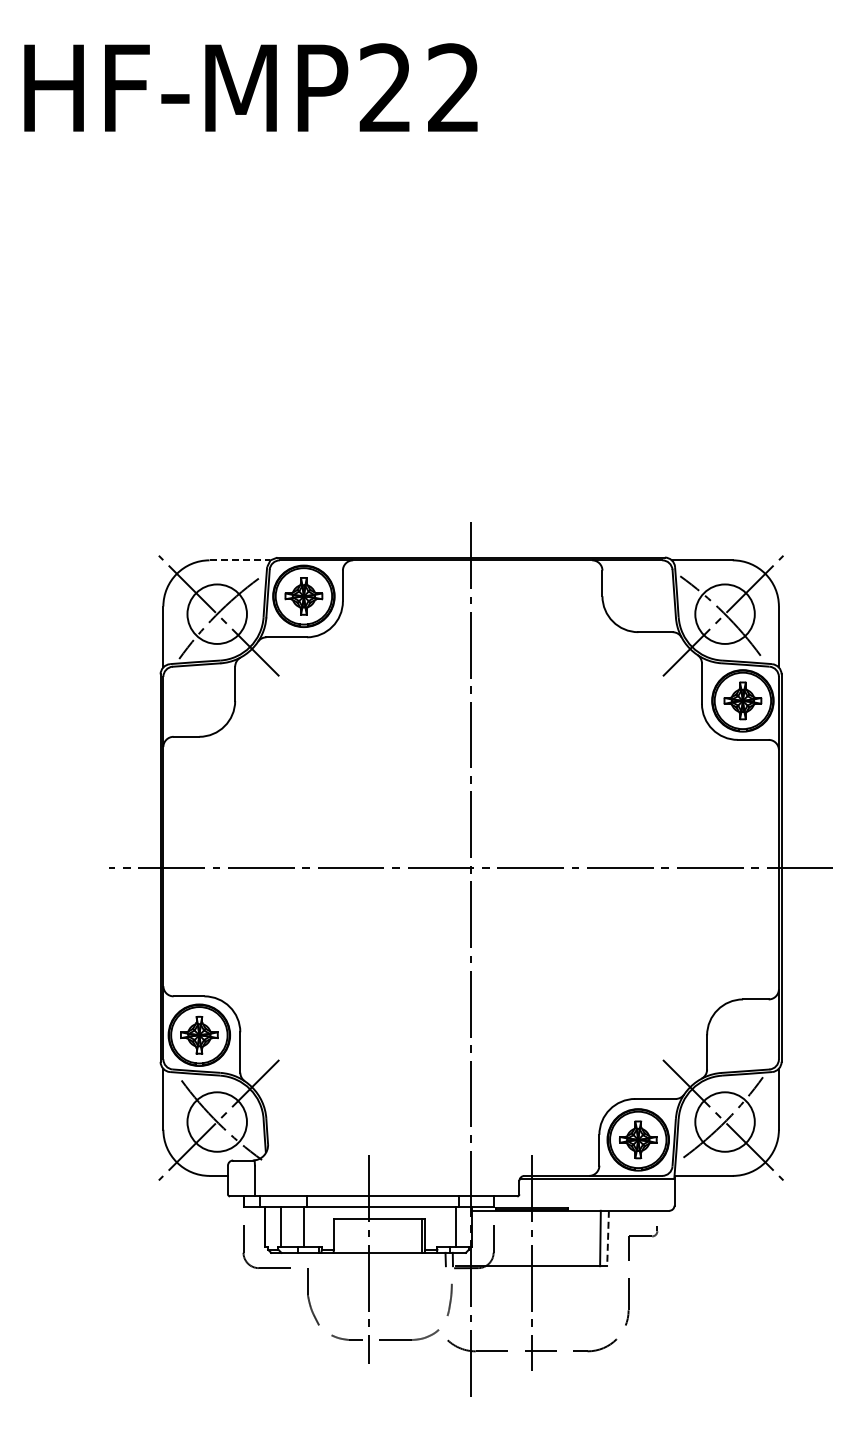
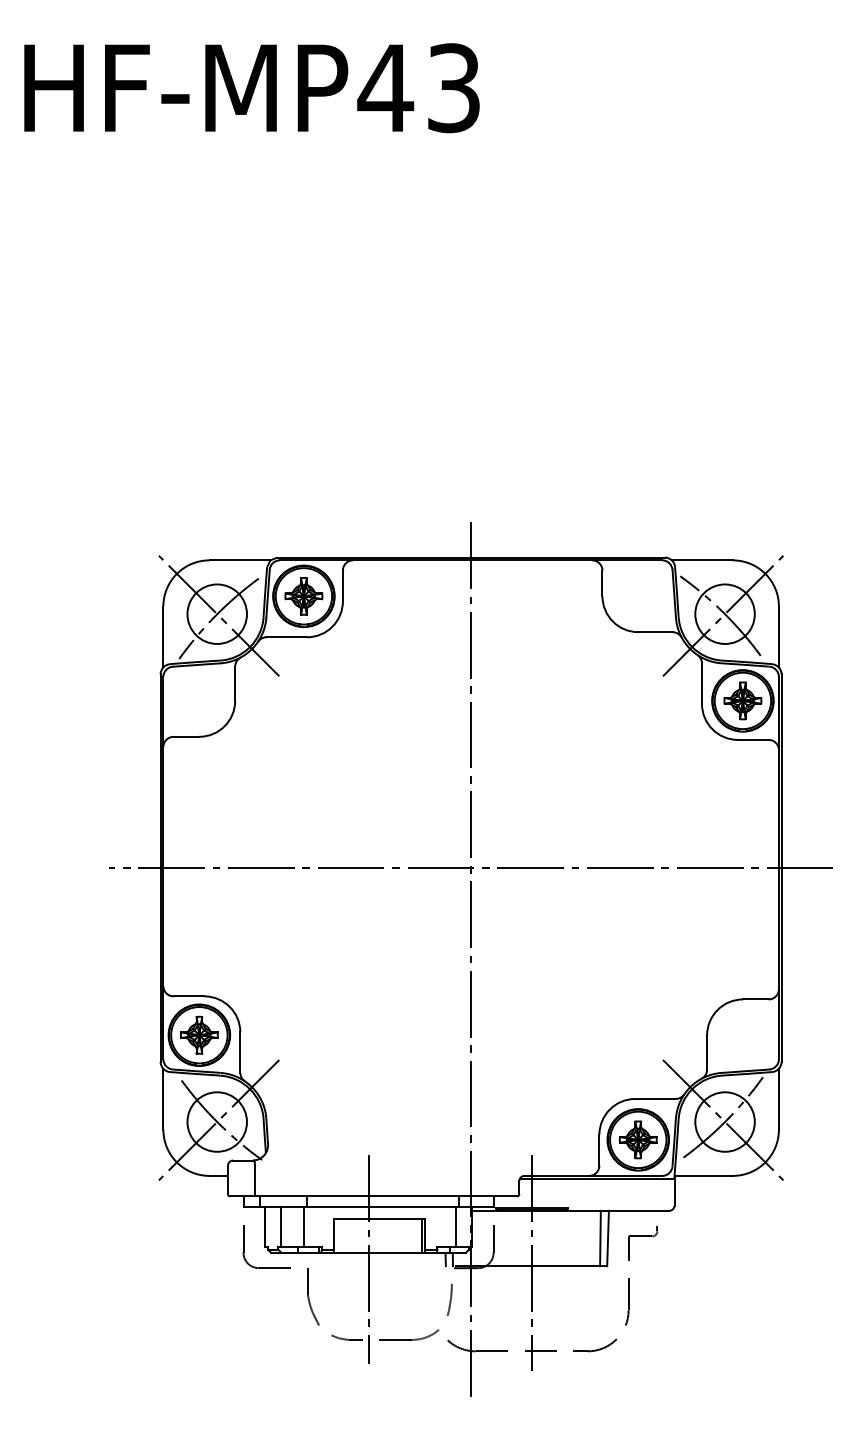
text at (418, 88): HF-MP22 -> HF-MP43
line at (240, 560): dashed -> solid
line at (608, 1238): dashed -> solid
